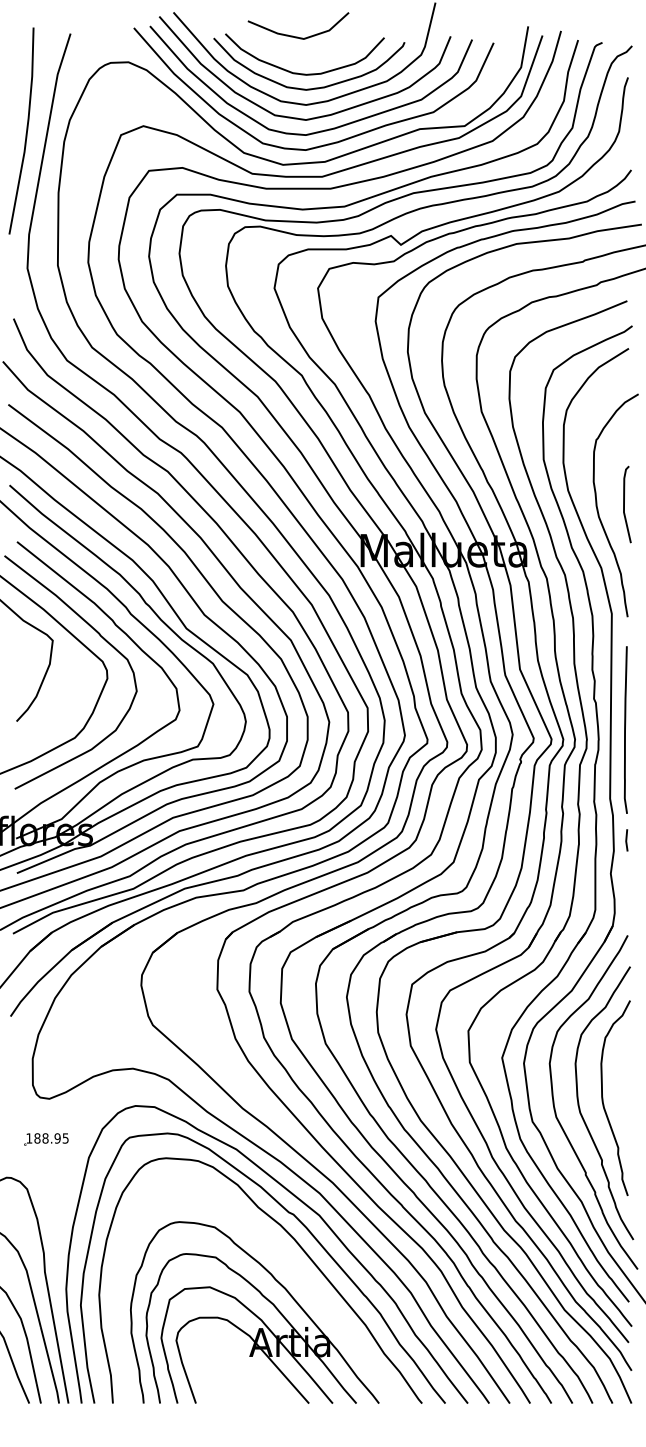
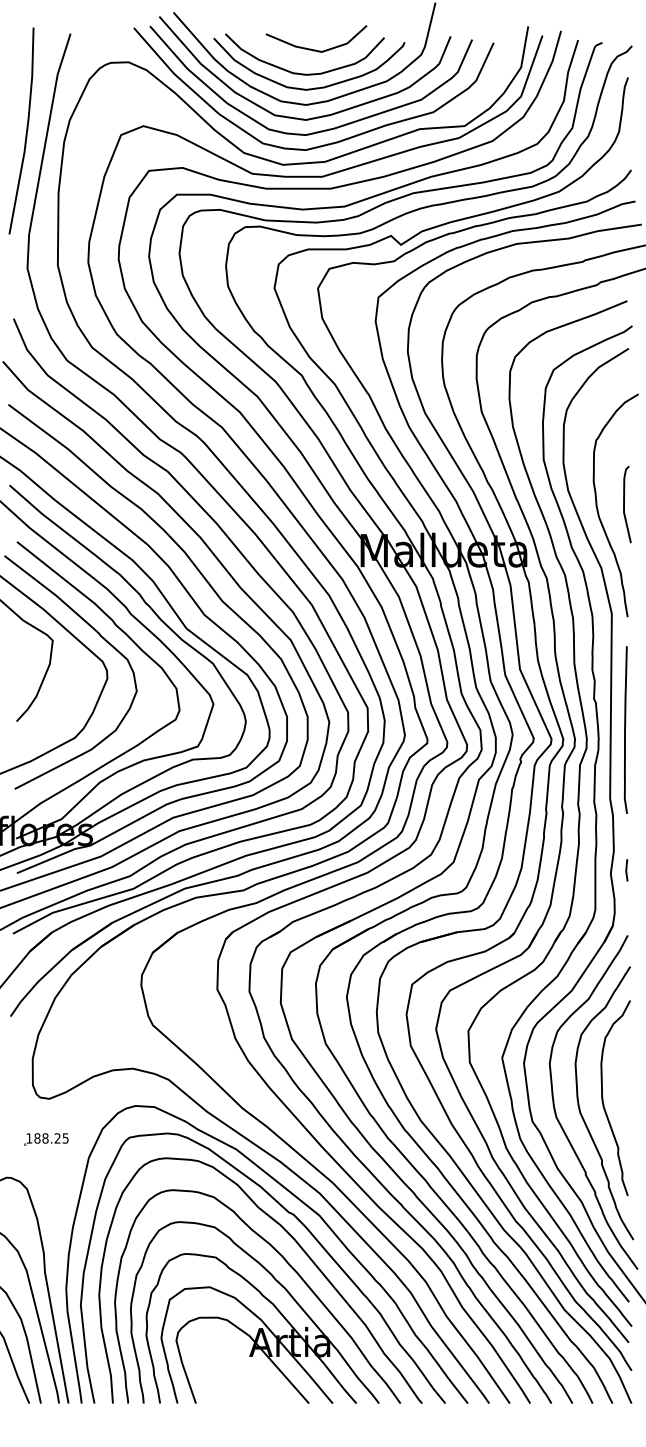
line at (297, 36) position: (297, 36) -> (315, 49)
line at (626, 840) position: (626, 840) -> (626, 870)
text at (57, 1138): 188.95 -> 188.25
curve at (288, 1265): none -> present
